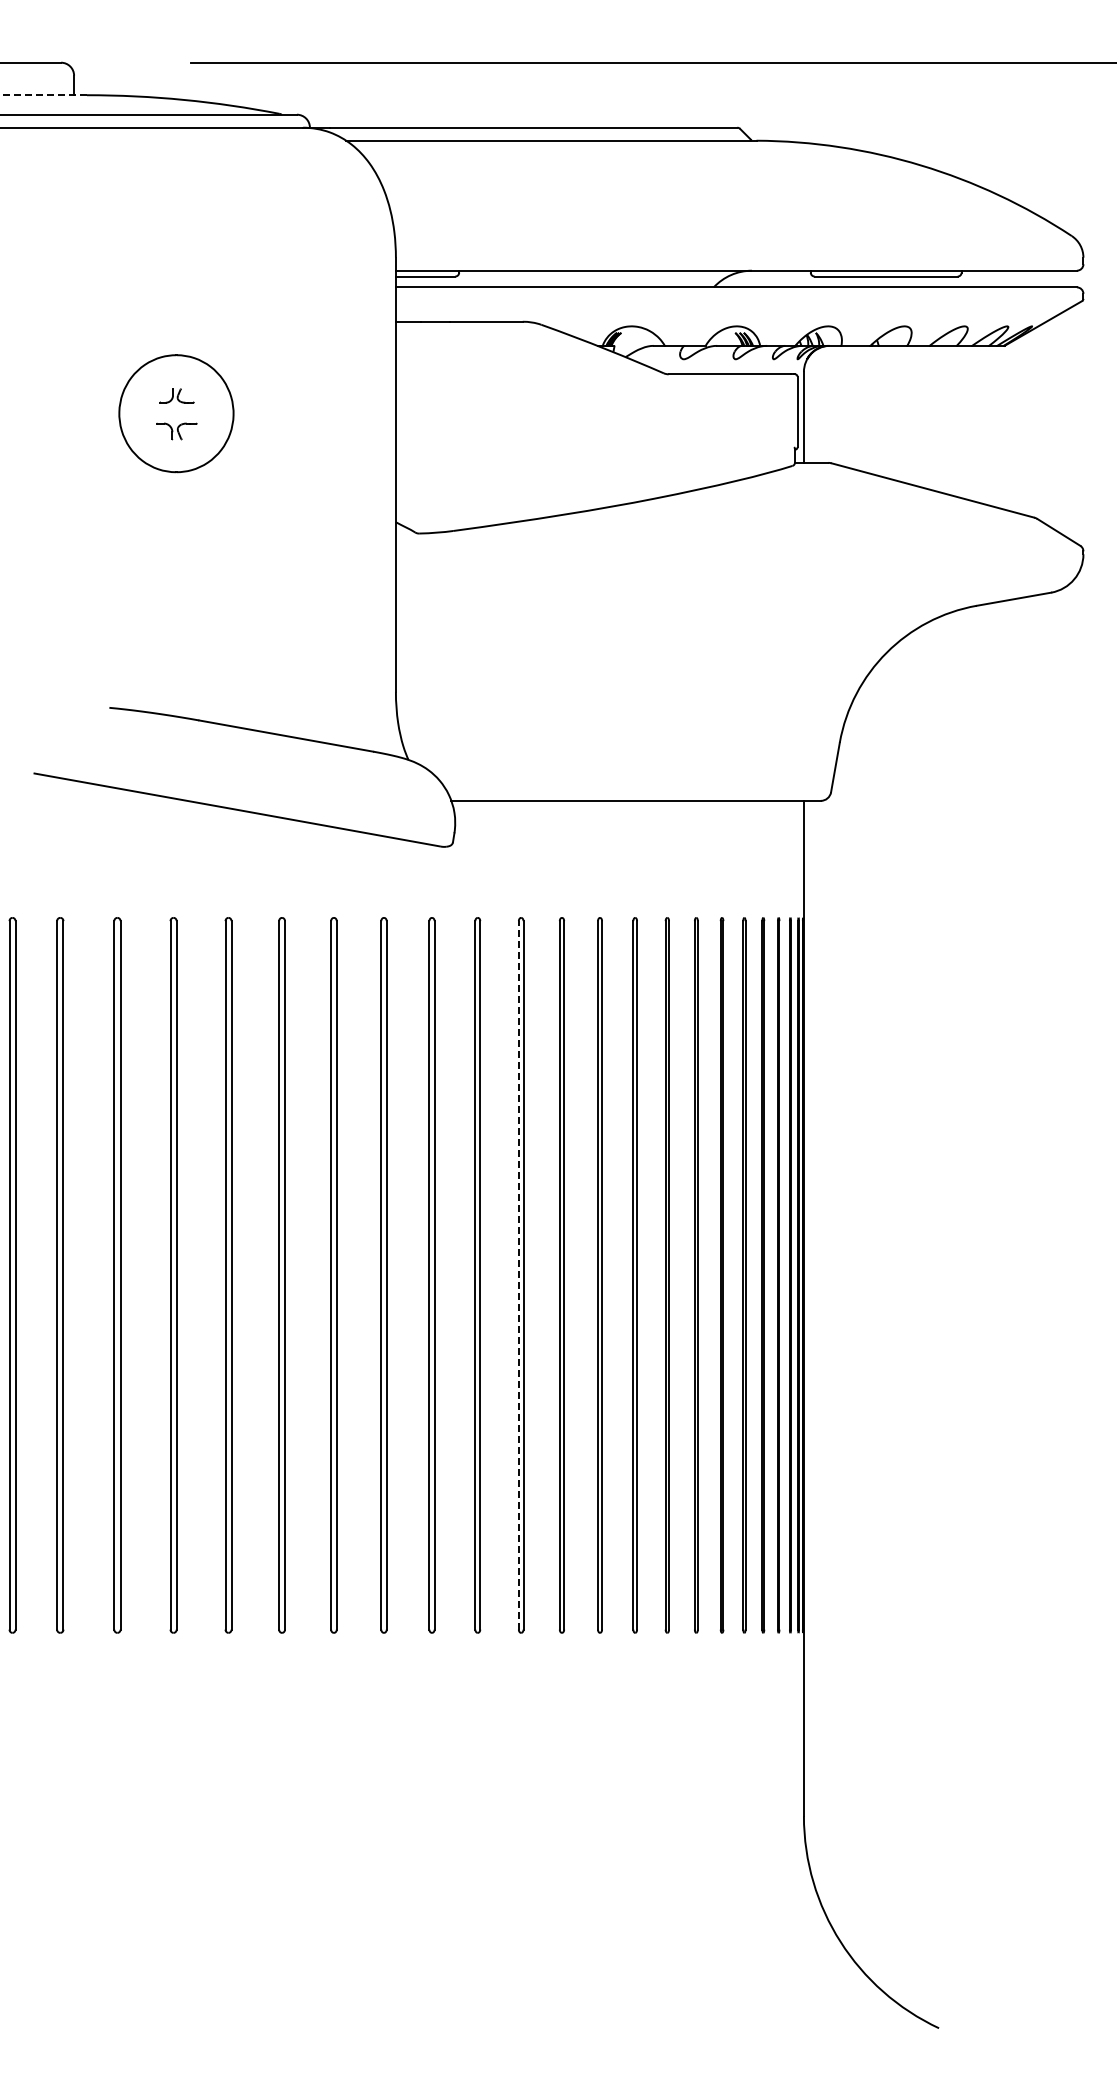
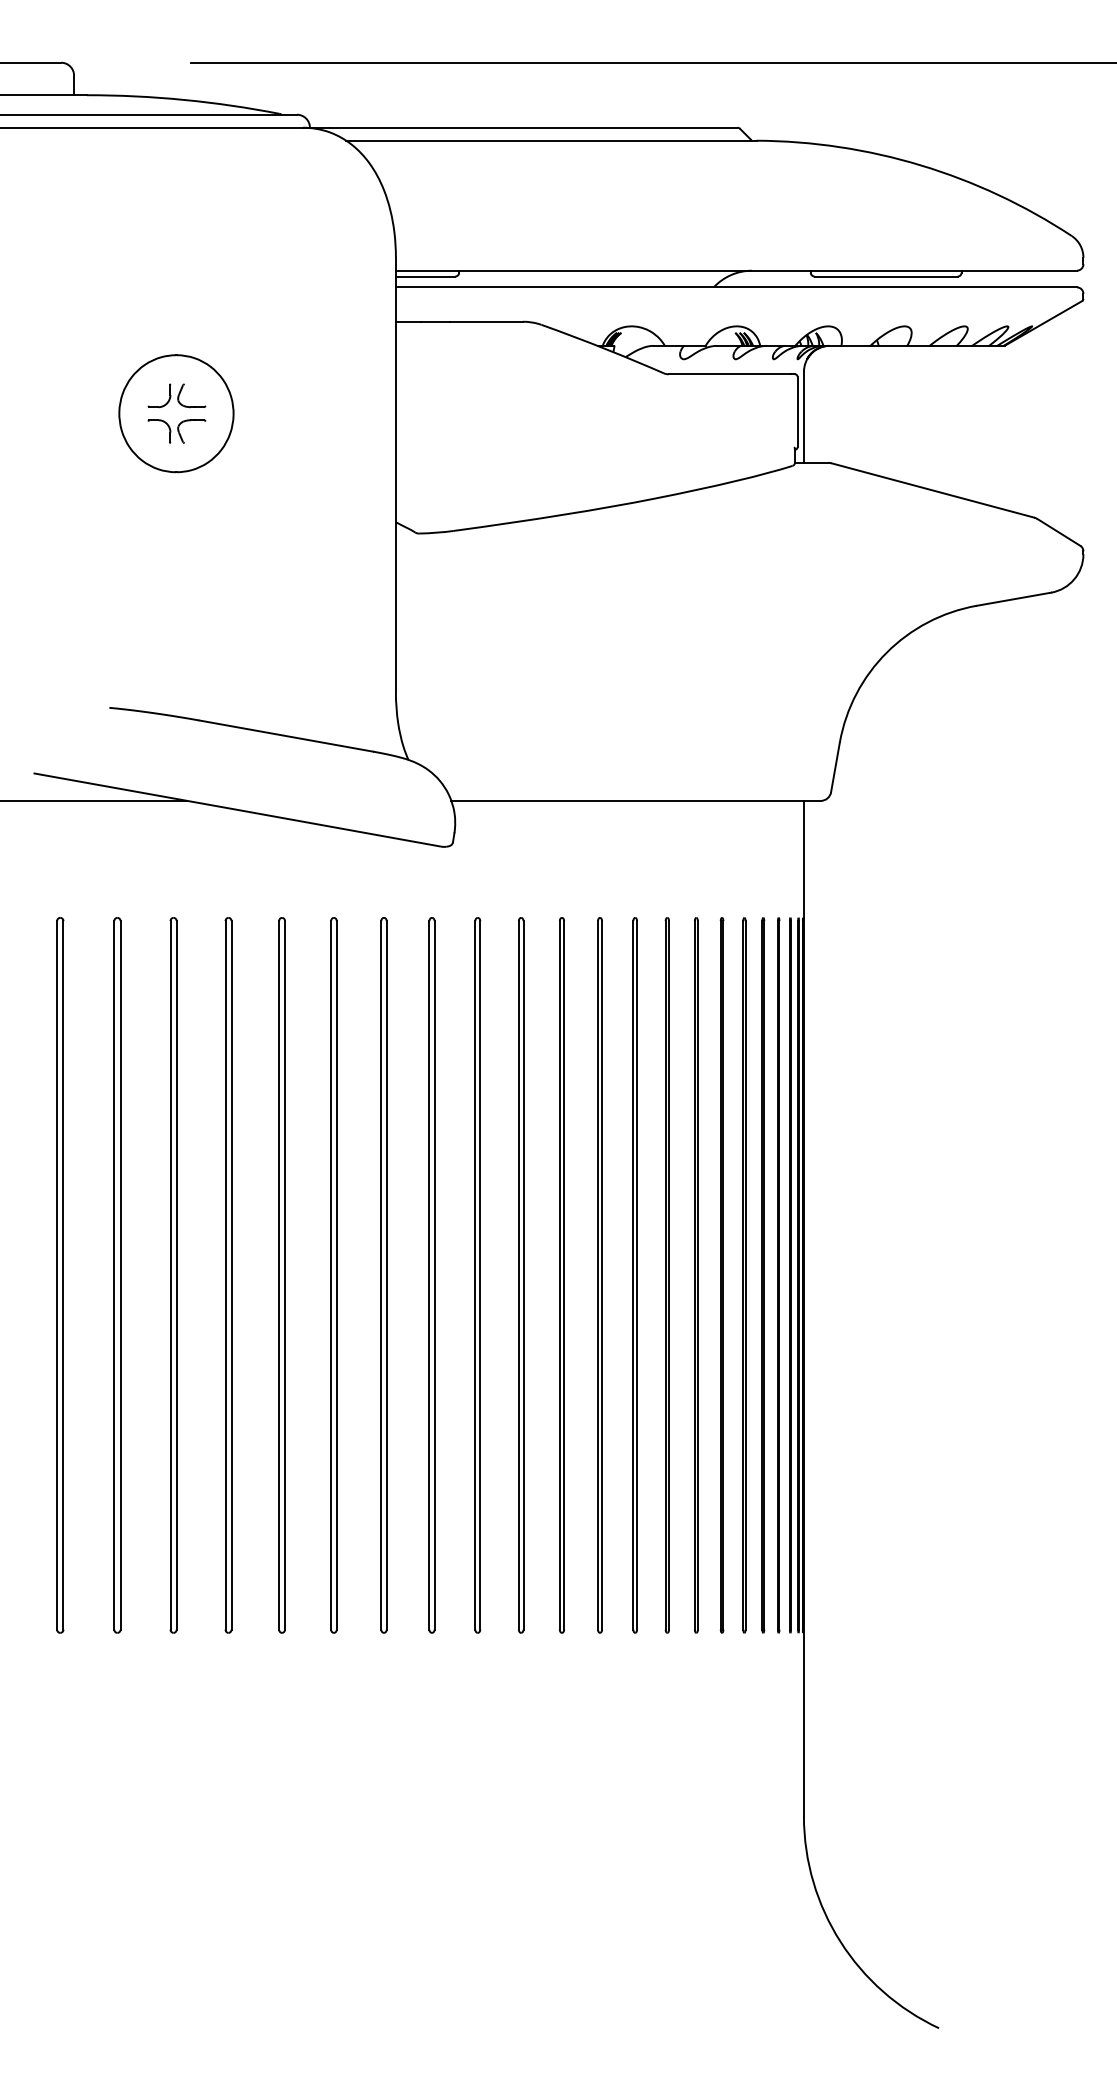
line at (43, 95): dashed -> solid
part at (176, 395) size: 36x16 px -> 60x26 px
part at (176, 431) size: 42x19 px -> 60x25 px
line at (94, 800): none -> present
line at (518, 1274): dashed -> solid
part at (12, 1275): present -> none
